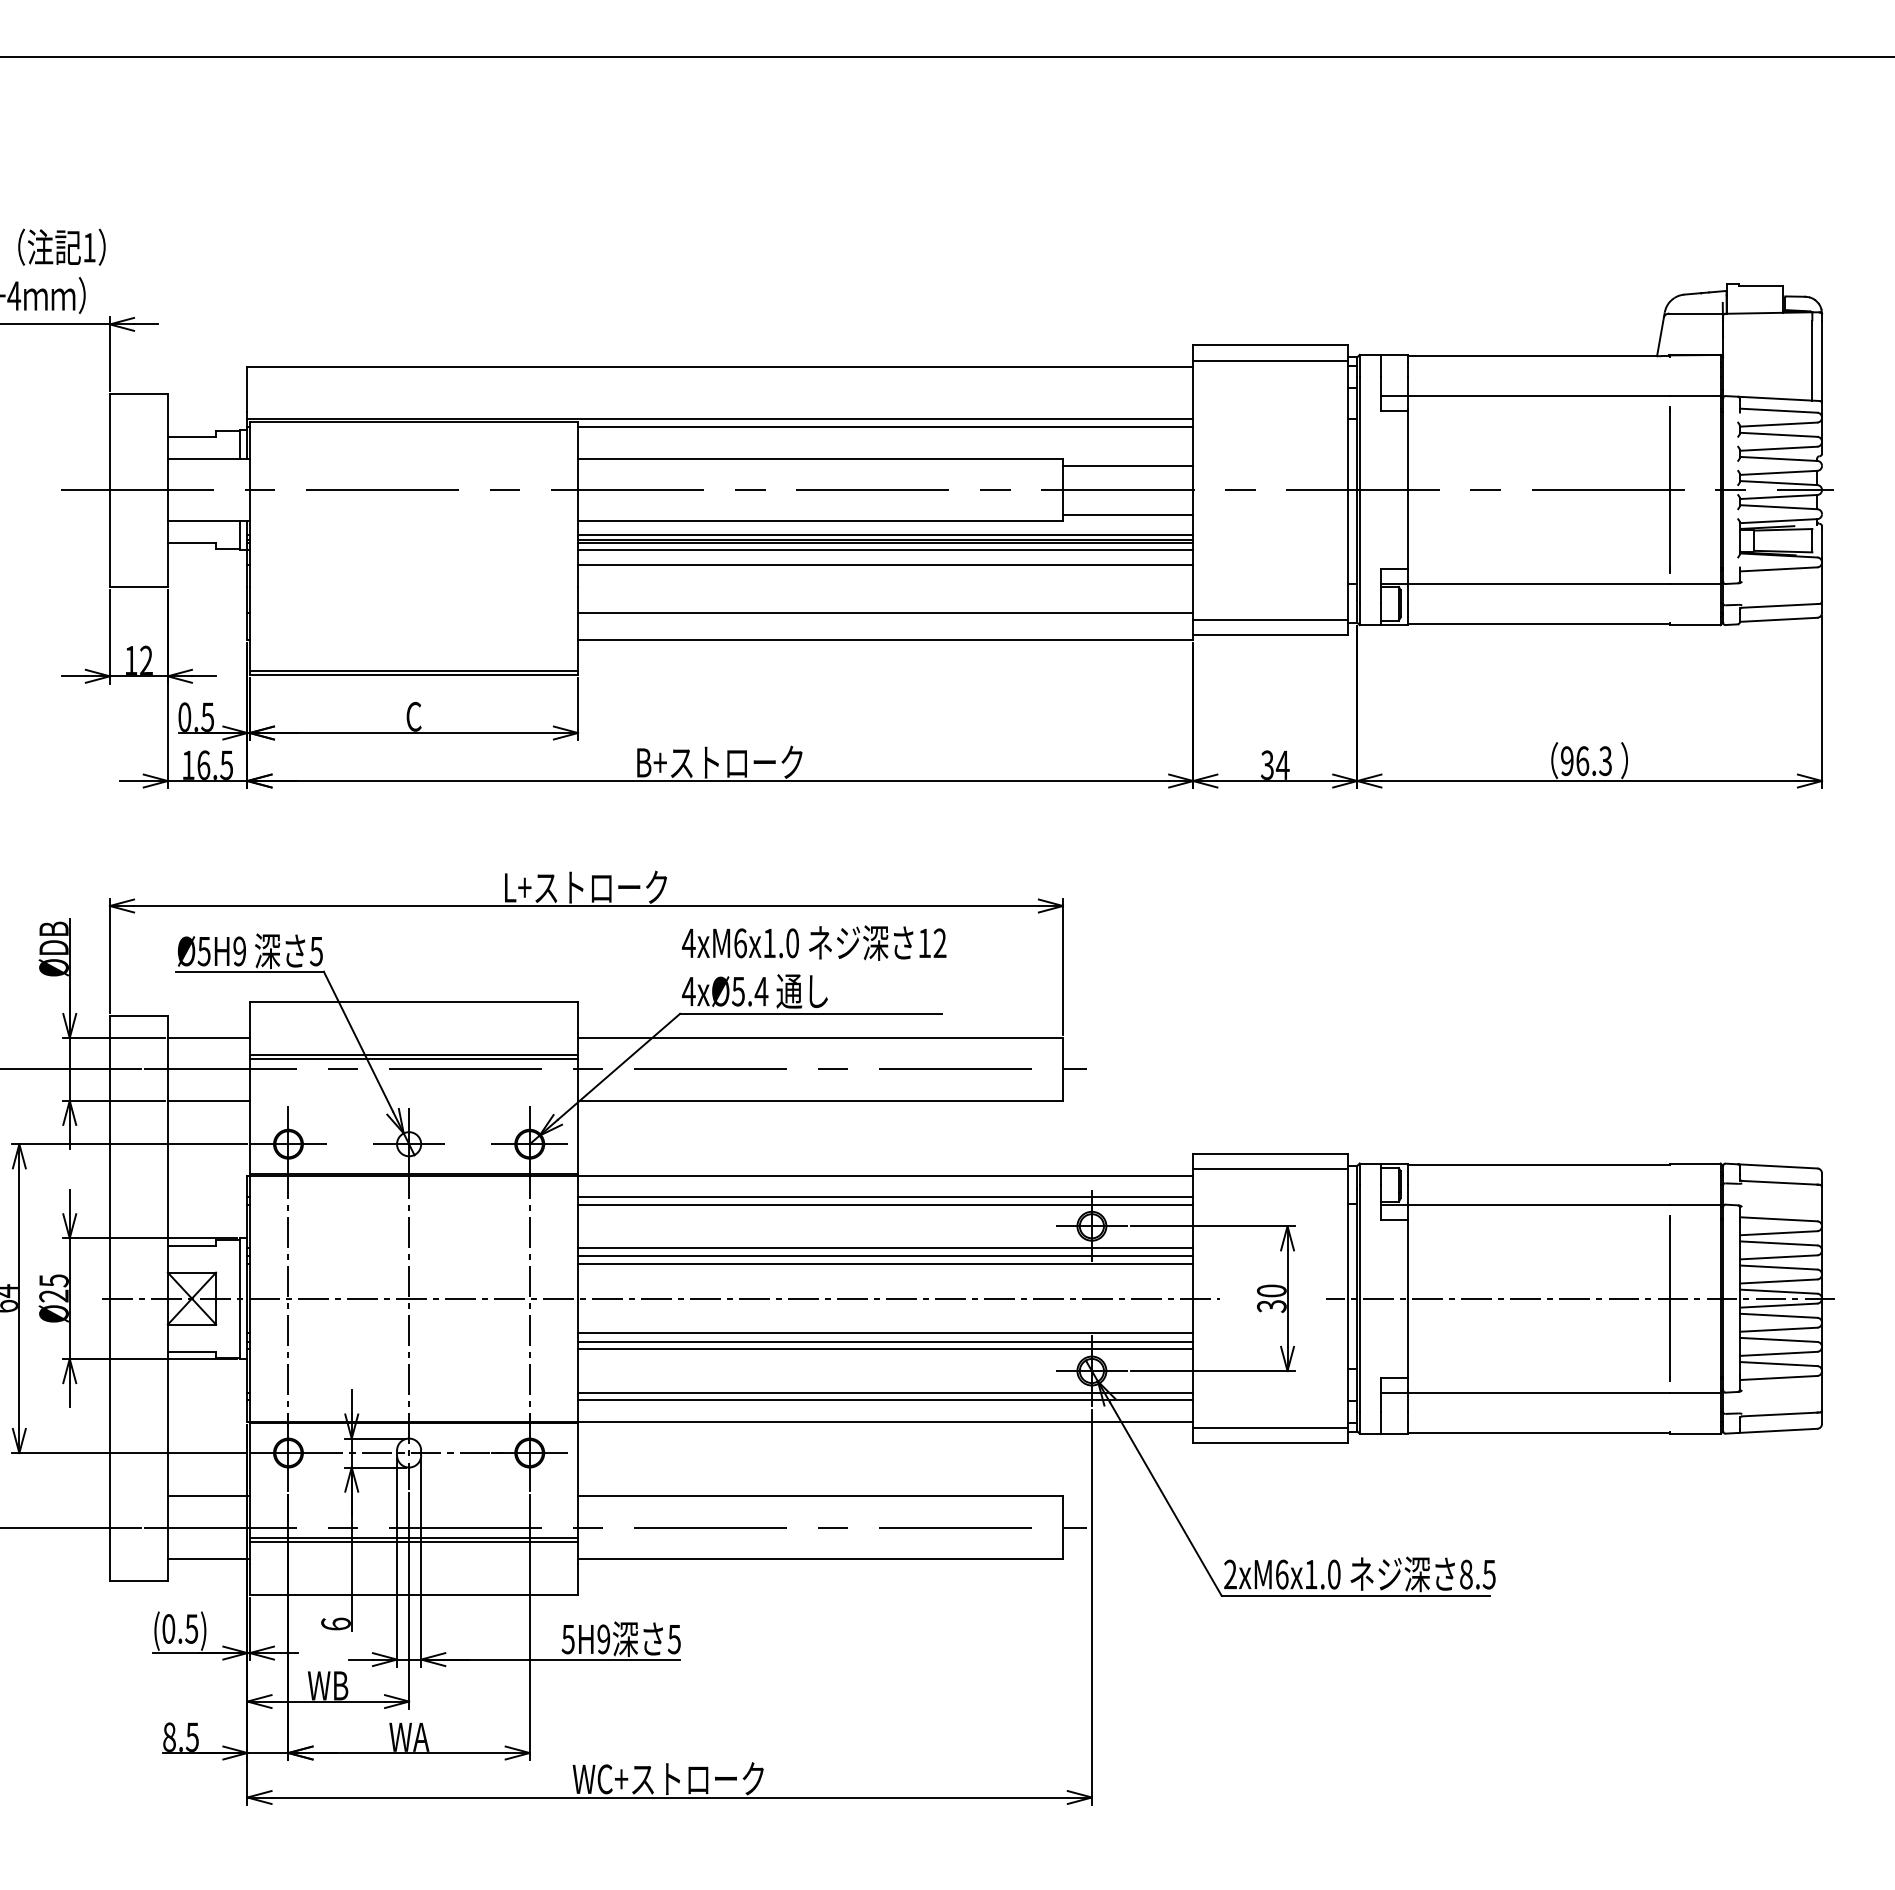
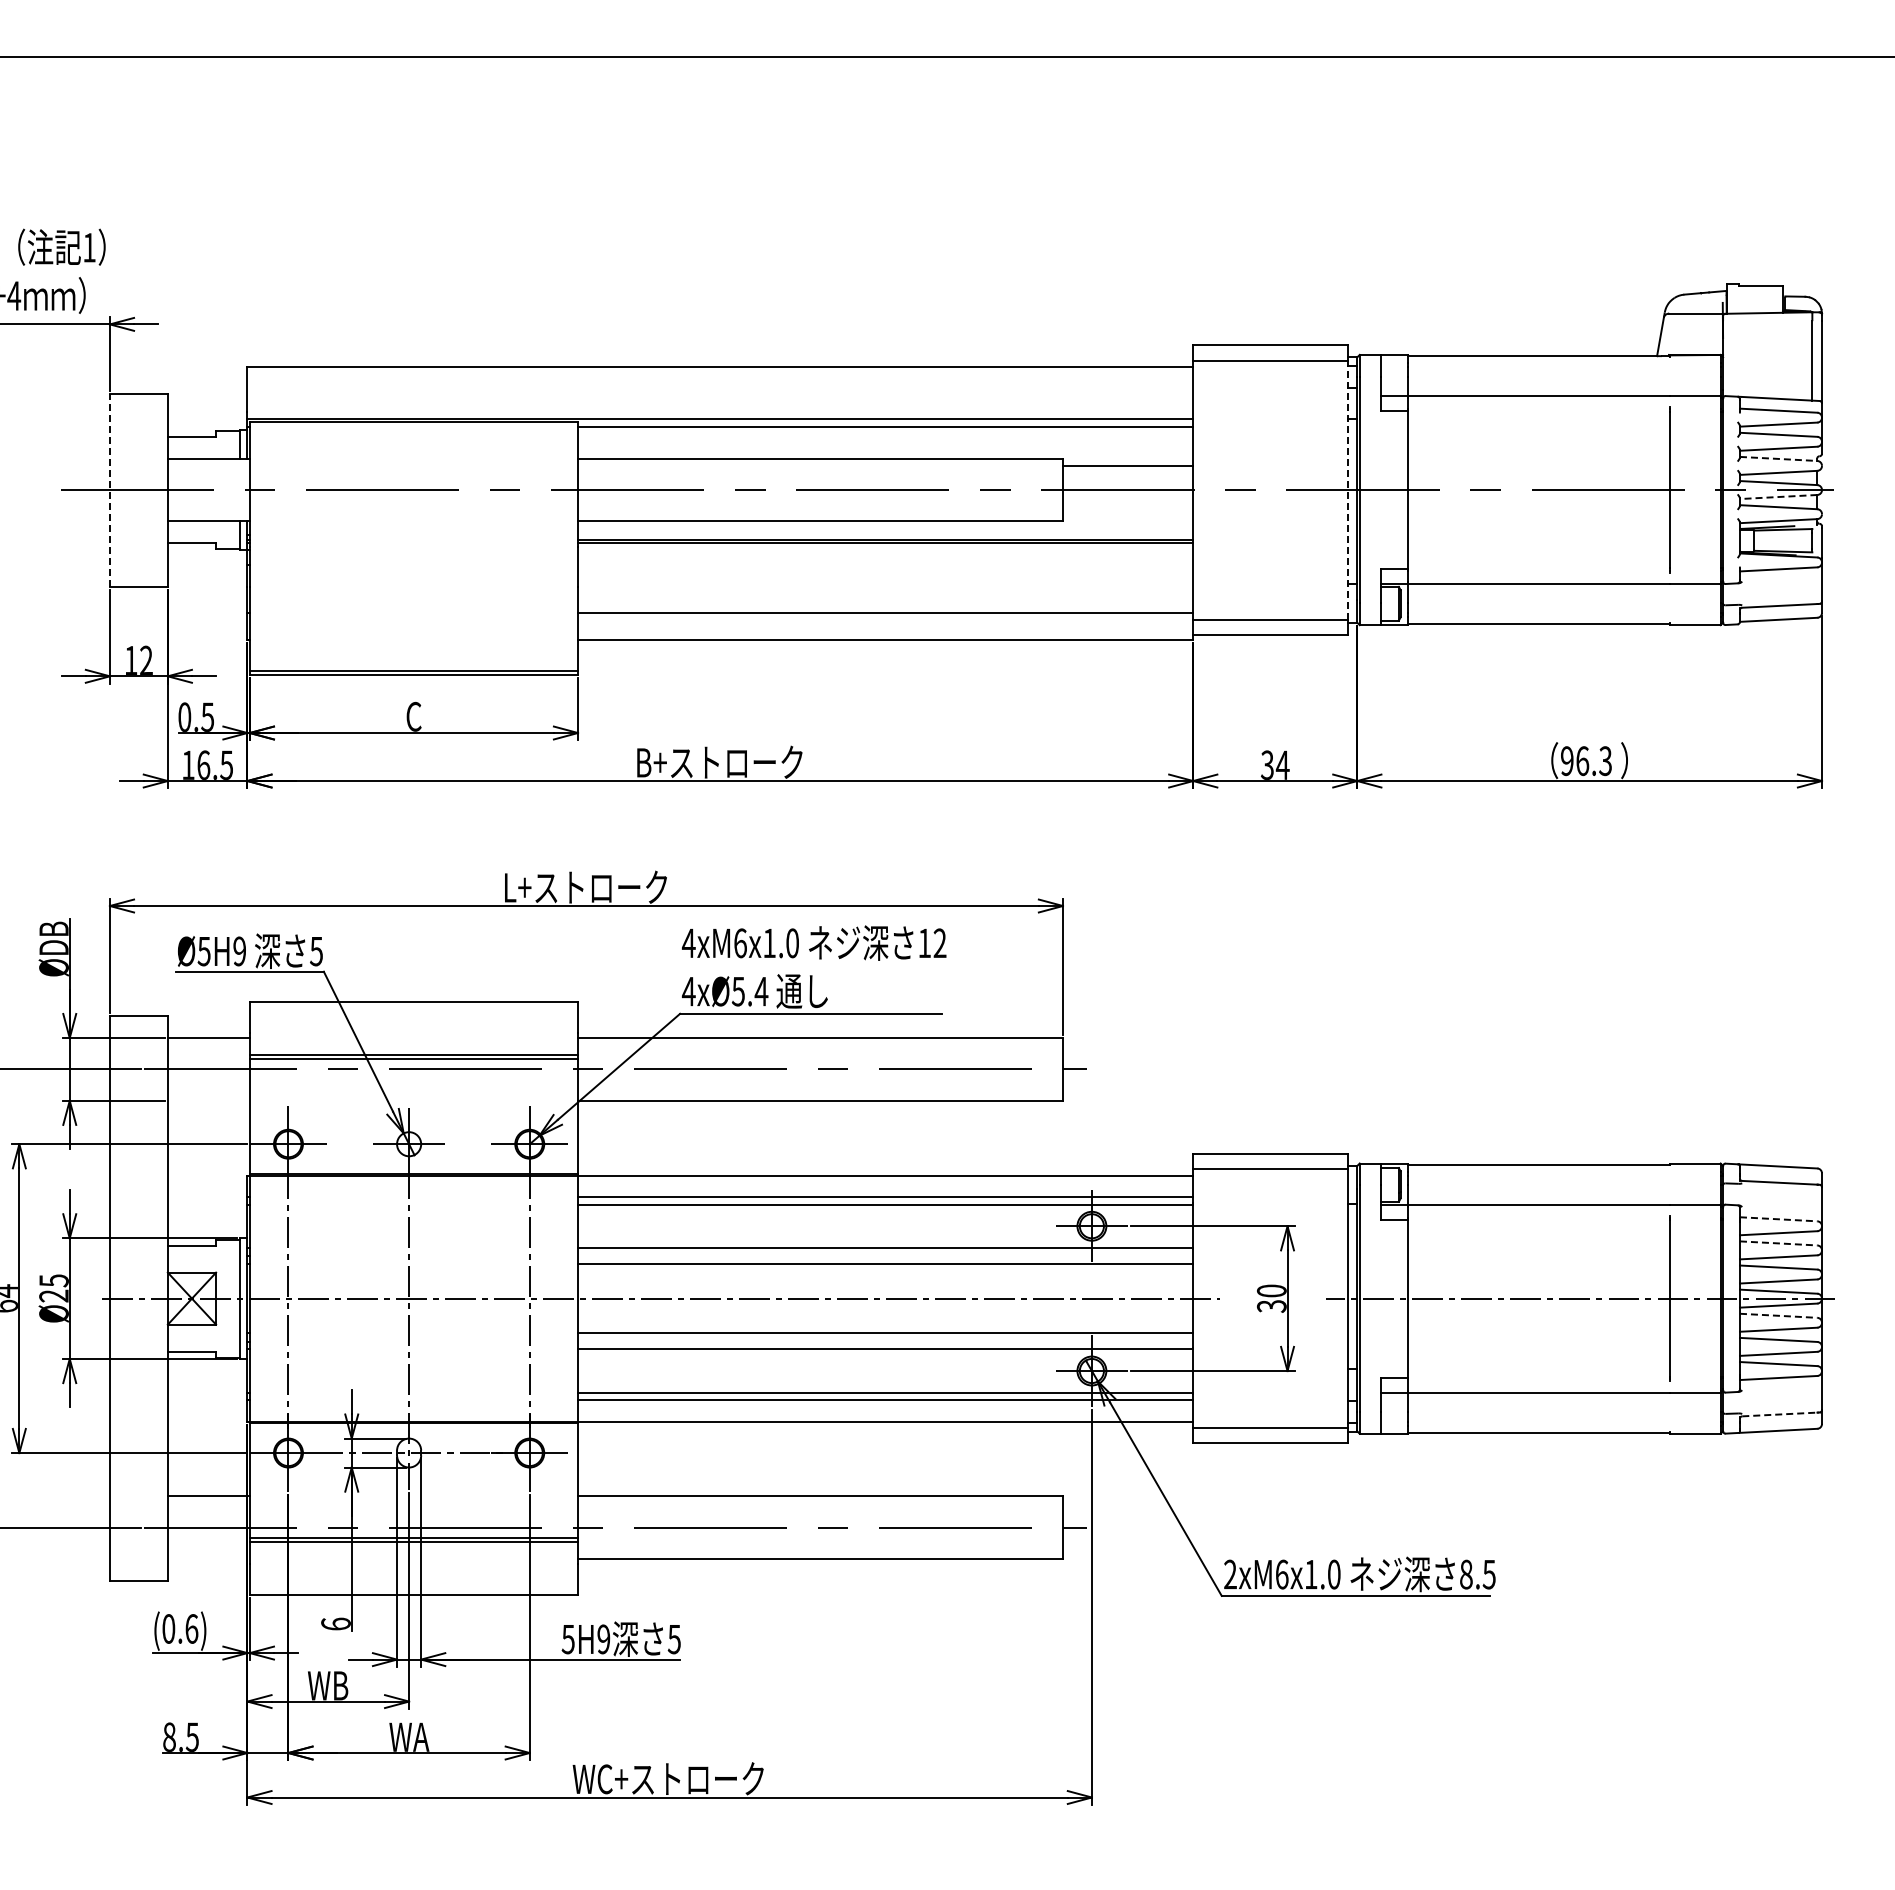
line at (1778, 458): solid -> dashed
line at (1347, 489): solid -> dashed
line at (109, 490): solid -> dashed
line at (1778, 497): solid -> dashed
line at (1127, 514): present -> none
line at (885, 534): present -> none
line at (885, 550): present -> none
line at (885, 564): present -> none
line at (208, 1100): present -> none
line at (1778, 1219): solid -> dashed
line at (1778, 1243): solid -> dashed
line at (885, 1255): present -> none
line at (1778, 1315): solid -> dashed
line at (885, 1341): present -> none
line at (1779, 1414): solid -> dashed
line at (208, 1559): present -> none
text at (191, 1628): (0.5) -> (0.6)
